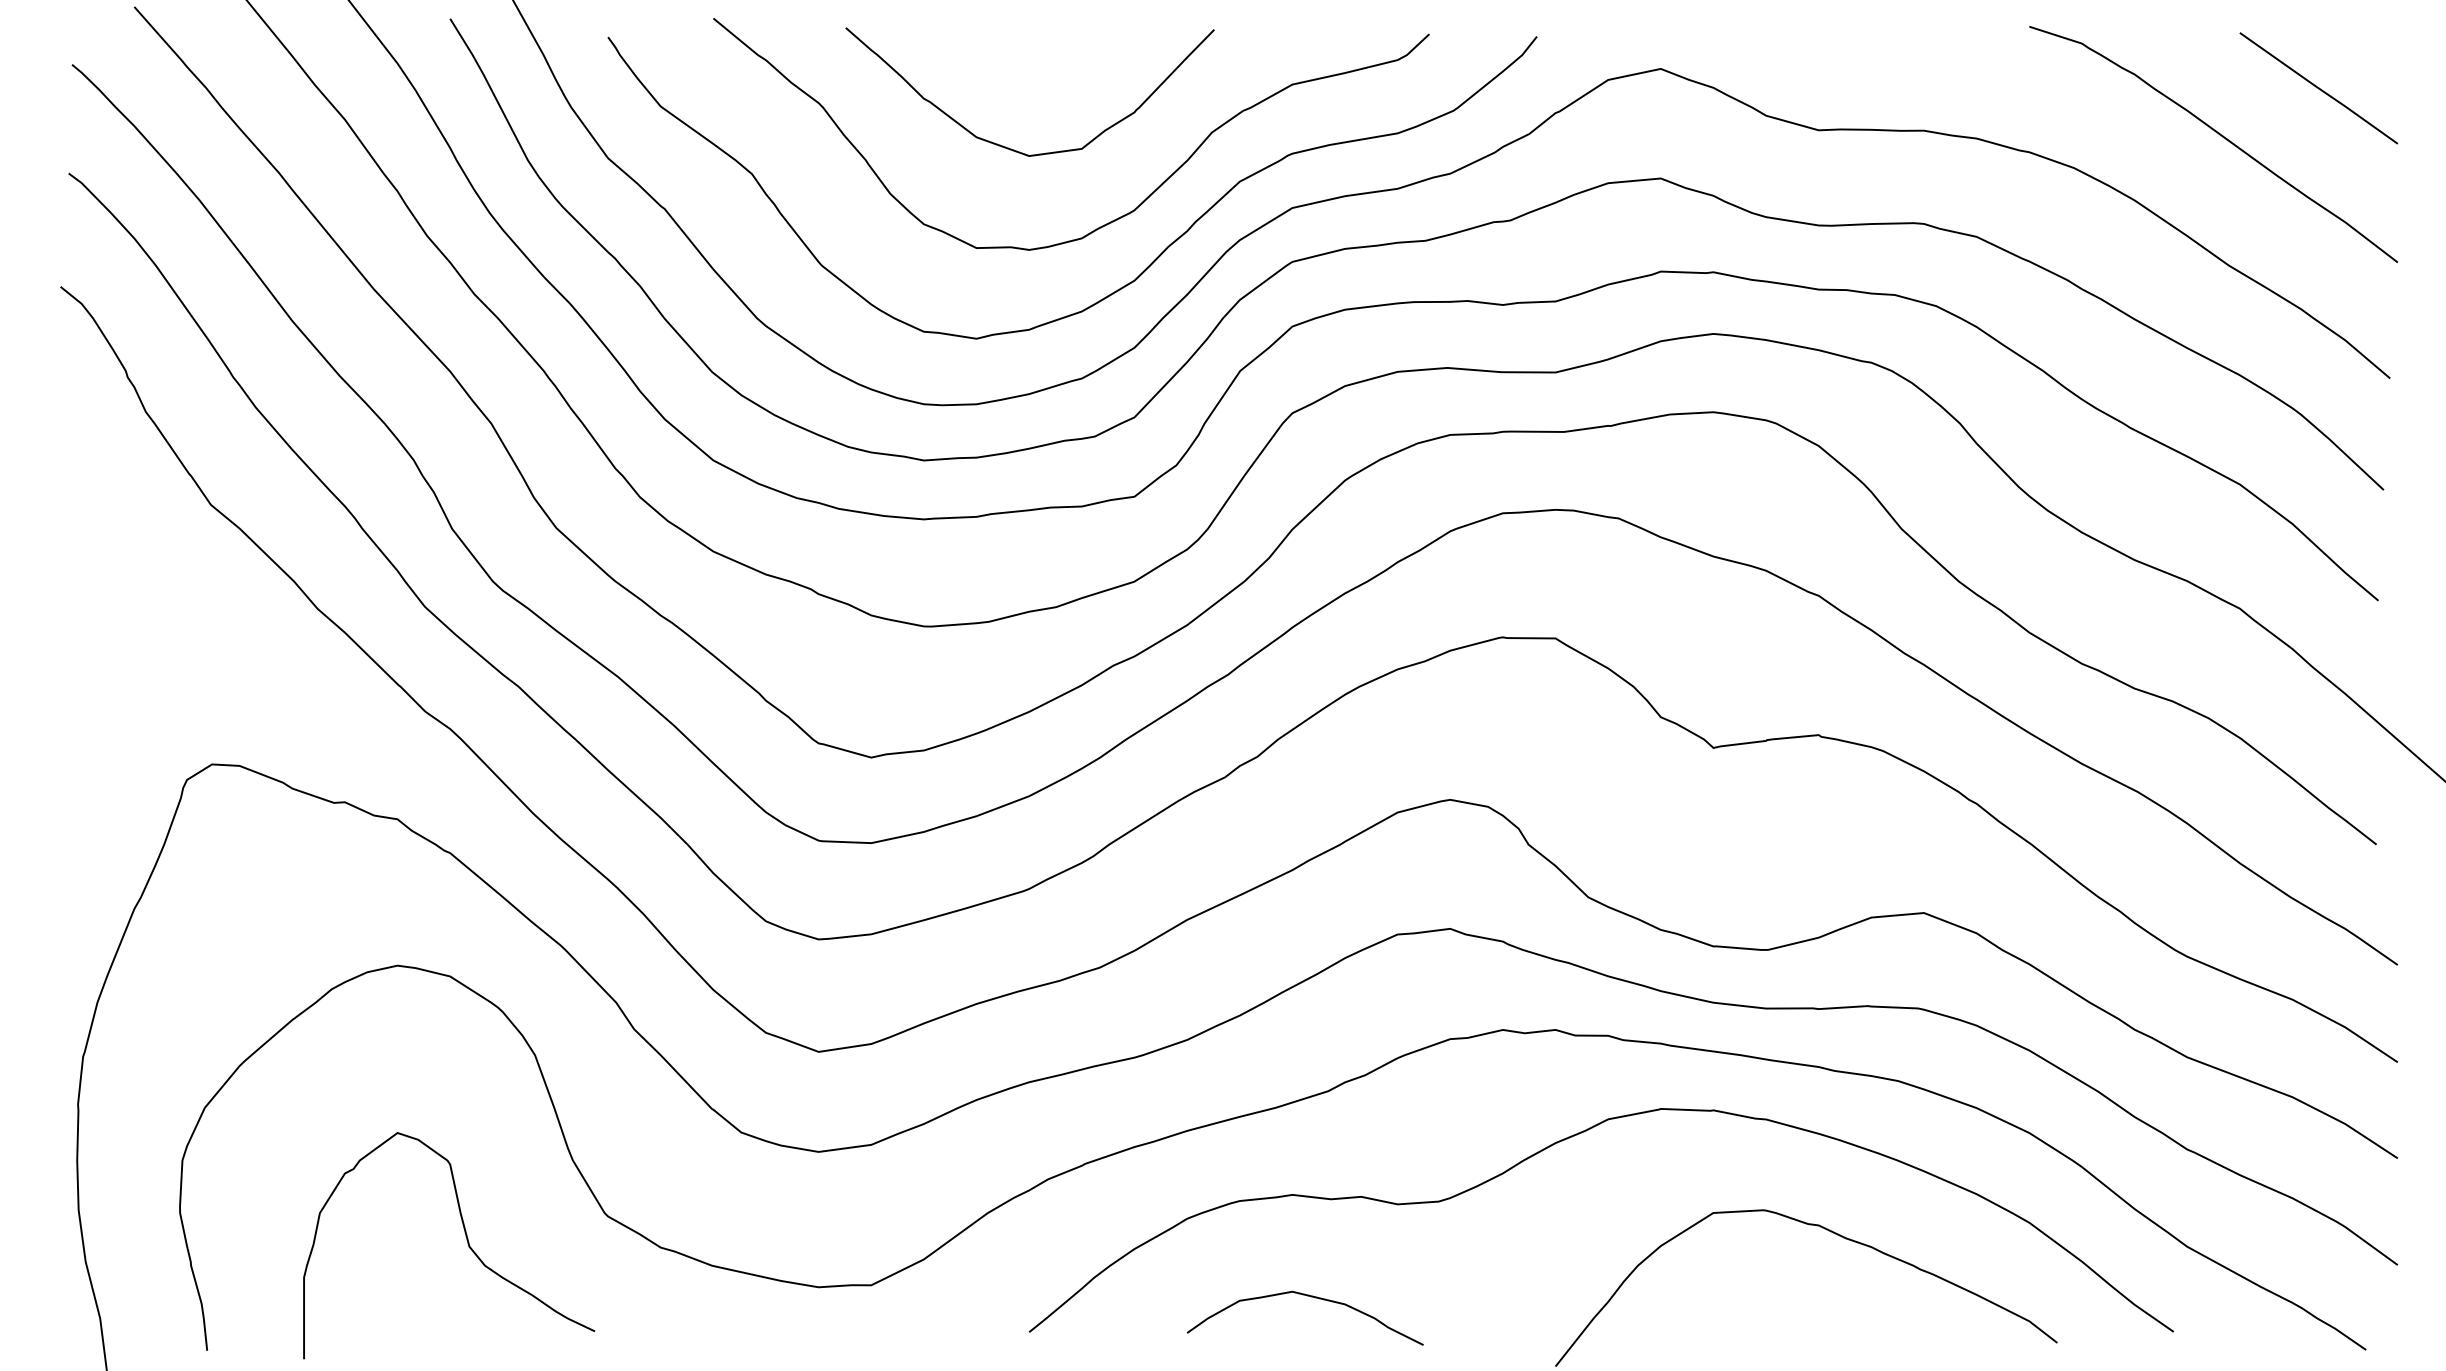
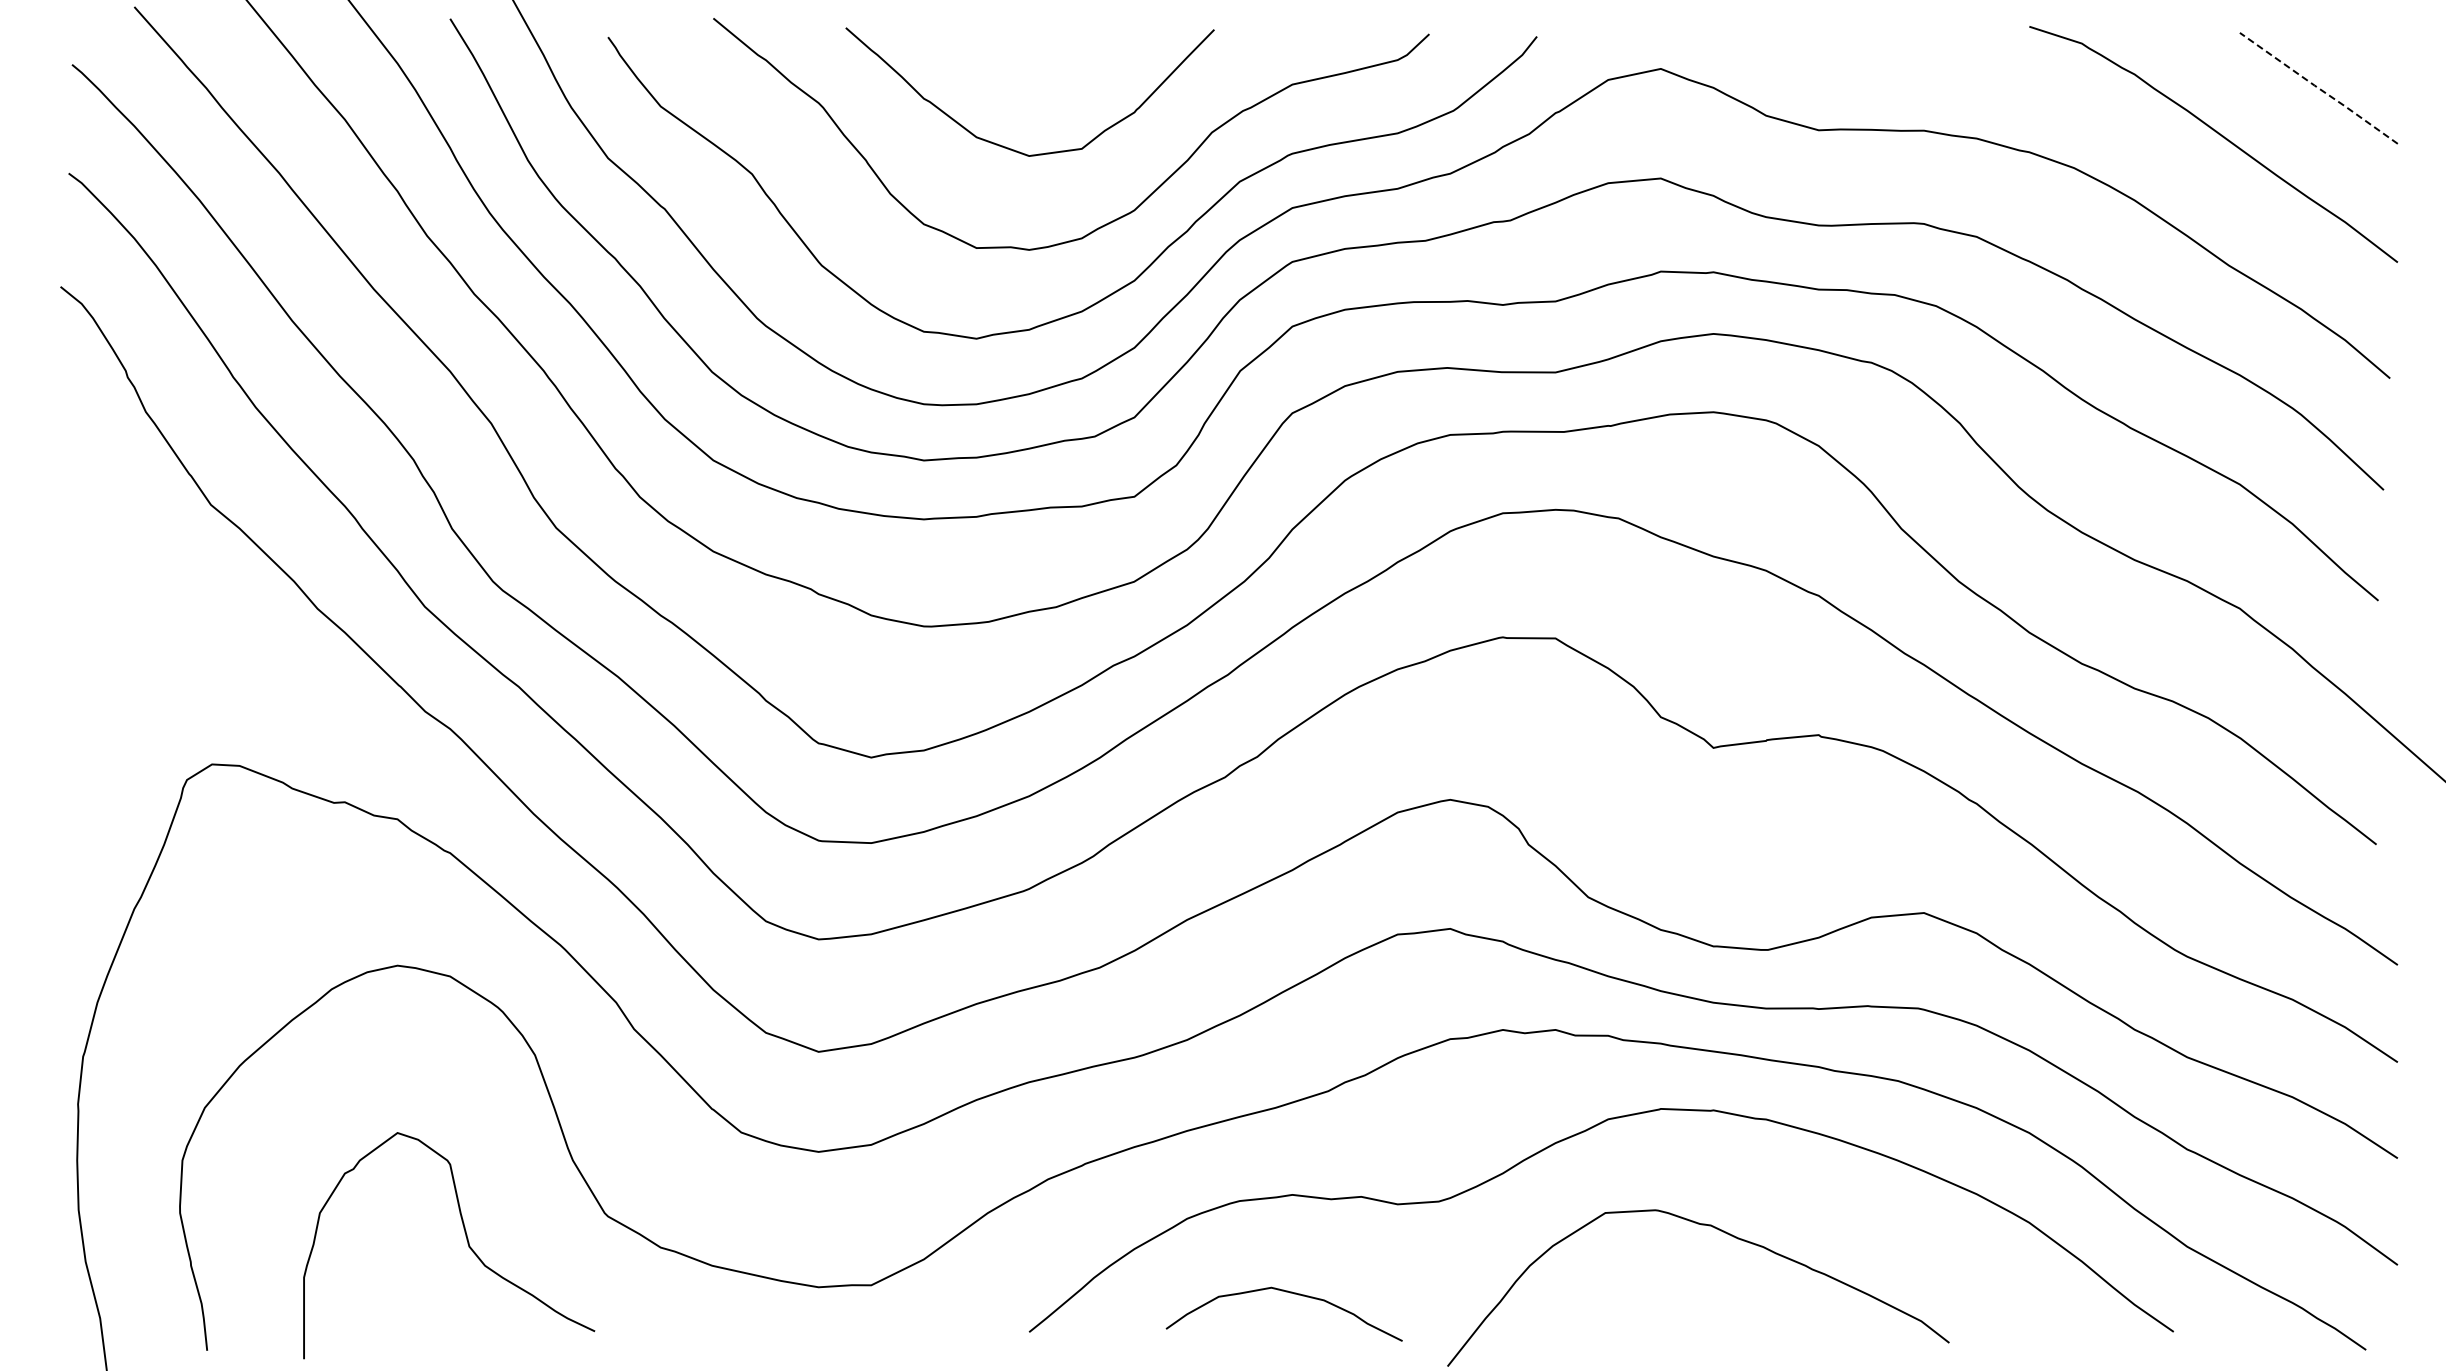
line at (2318, 88): solid -> dashed
curve at (1828, 1231) position: (1828, 1231) -> (1720, 1231)
curve at (1311, 1297) position: (1311, 1297) -> (1290, 1293)
